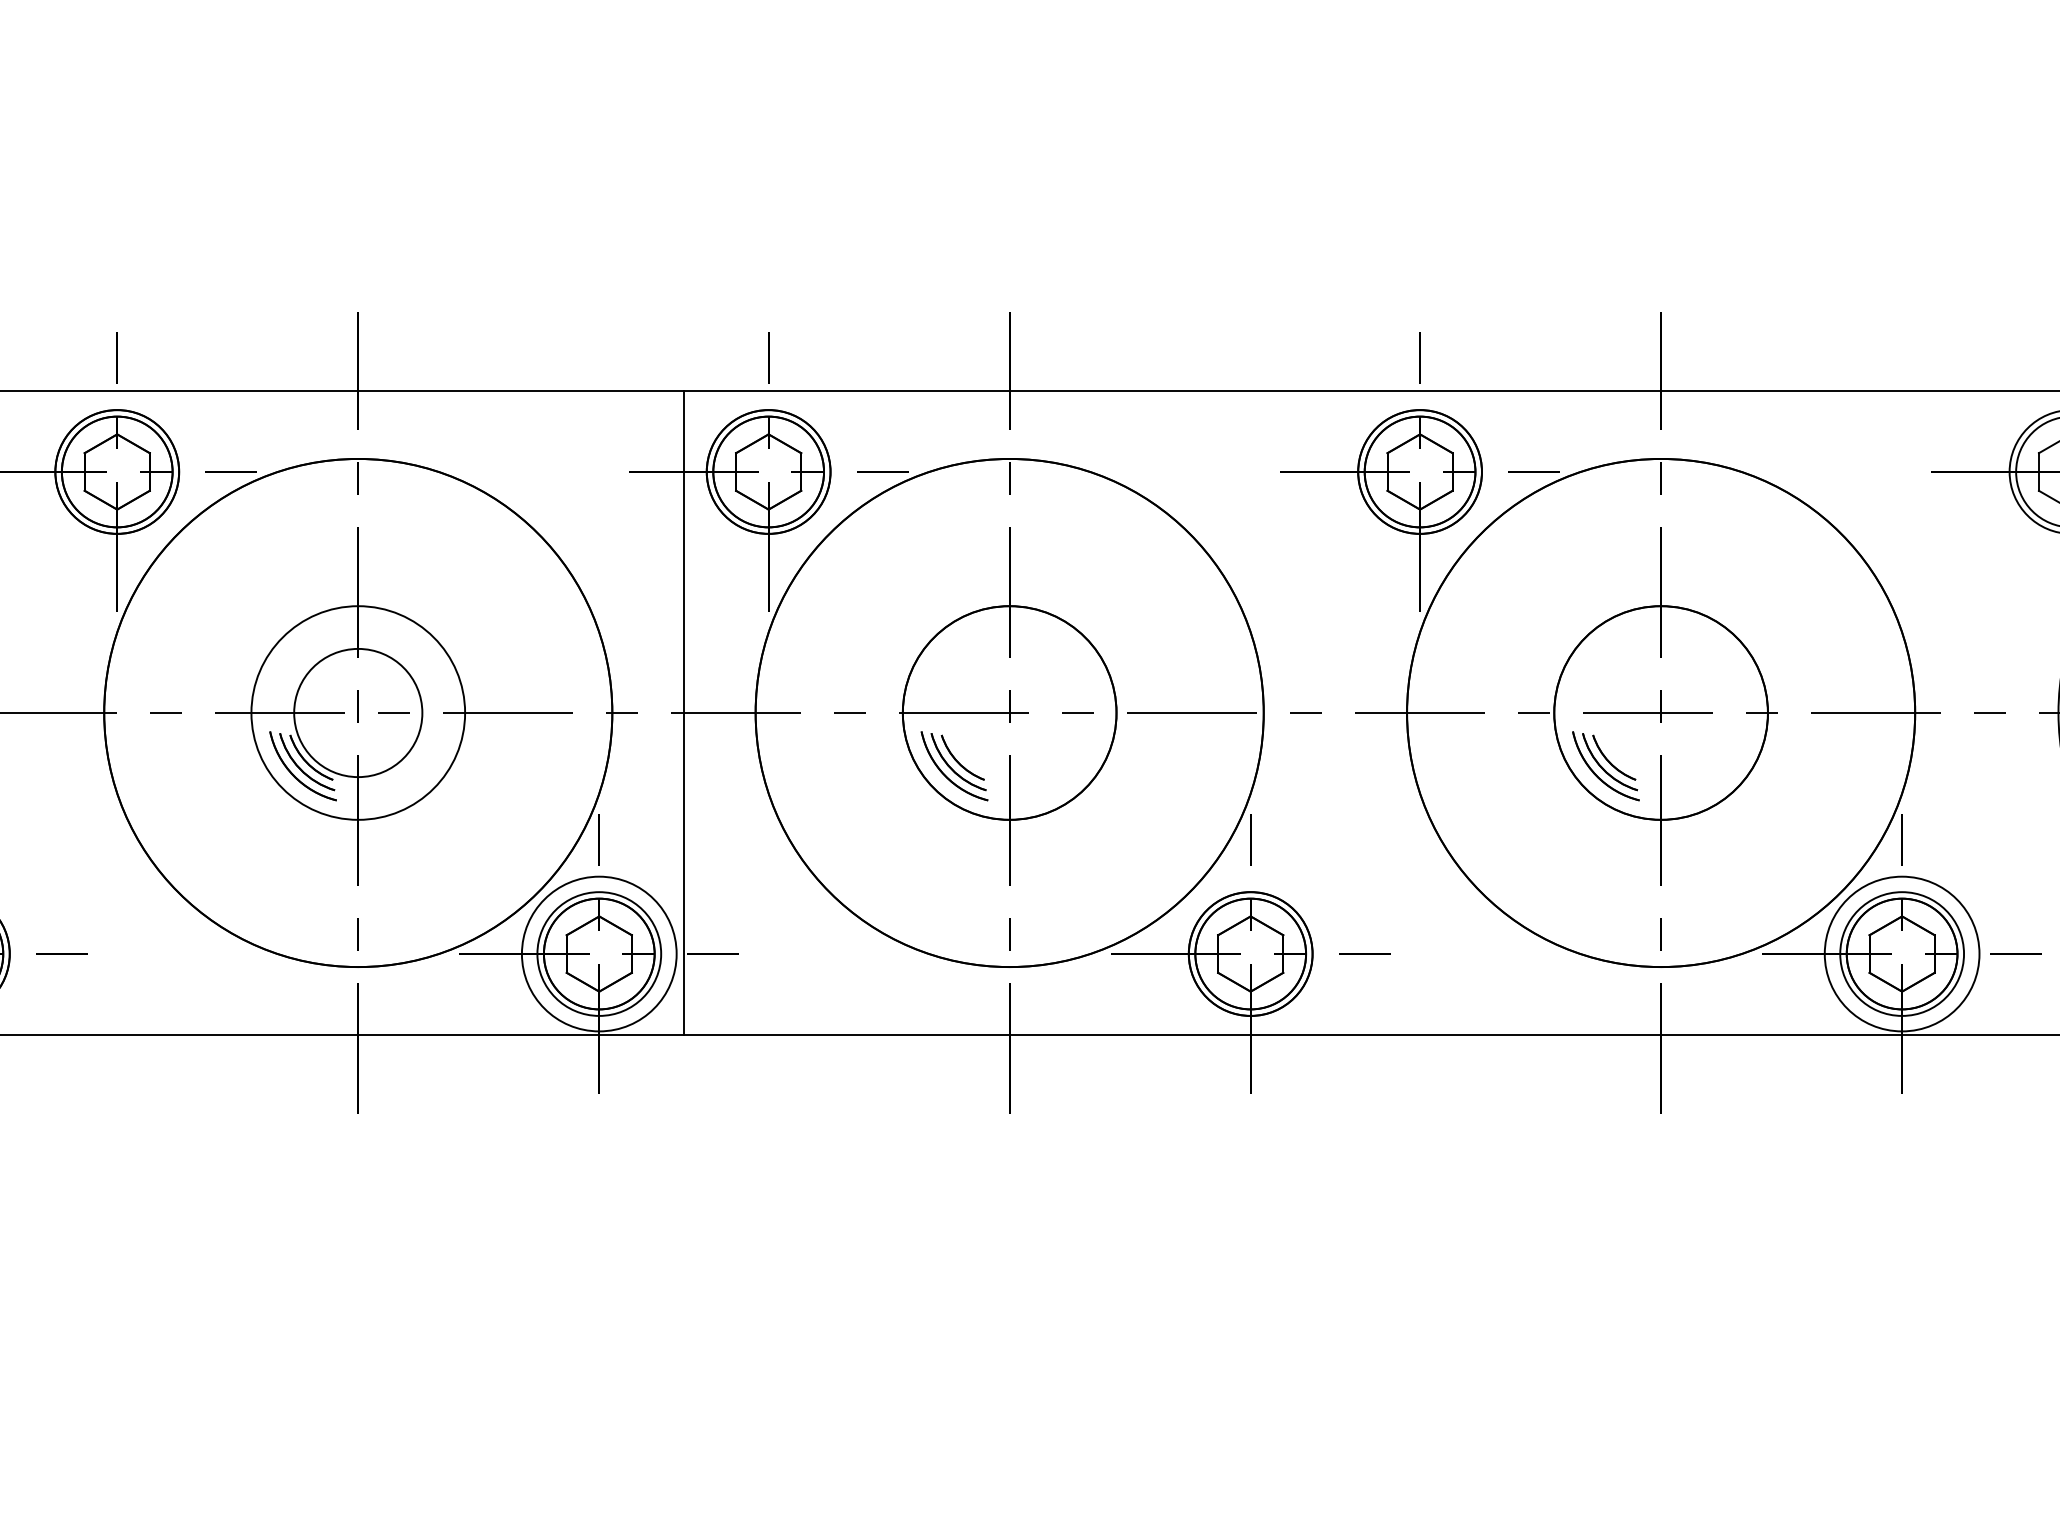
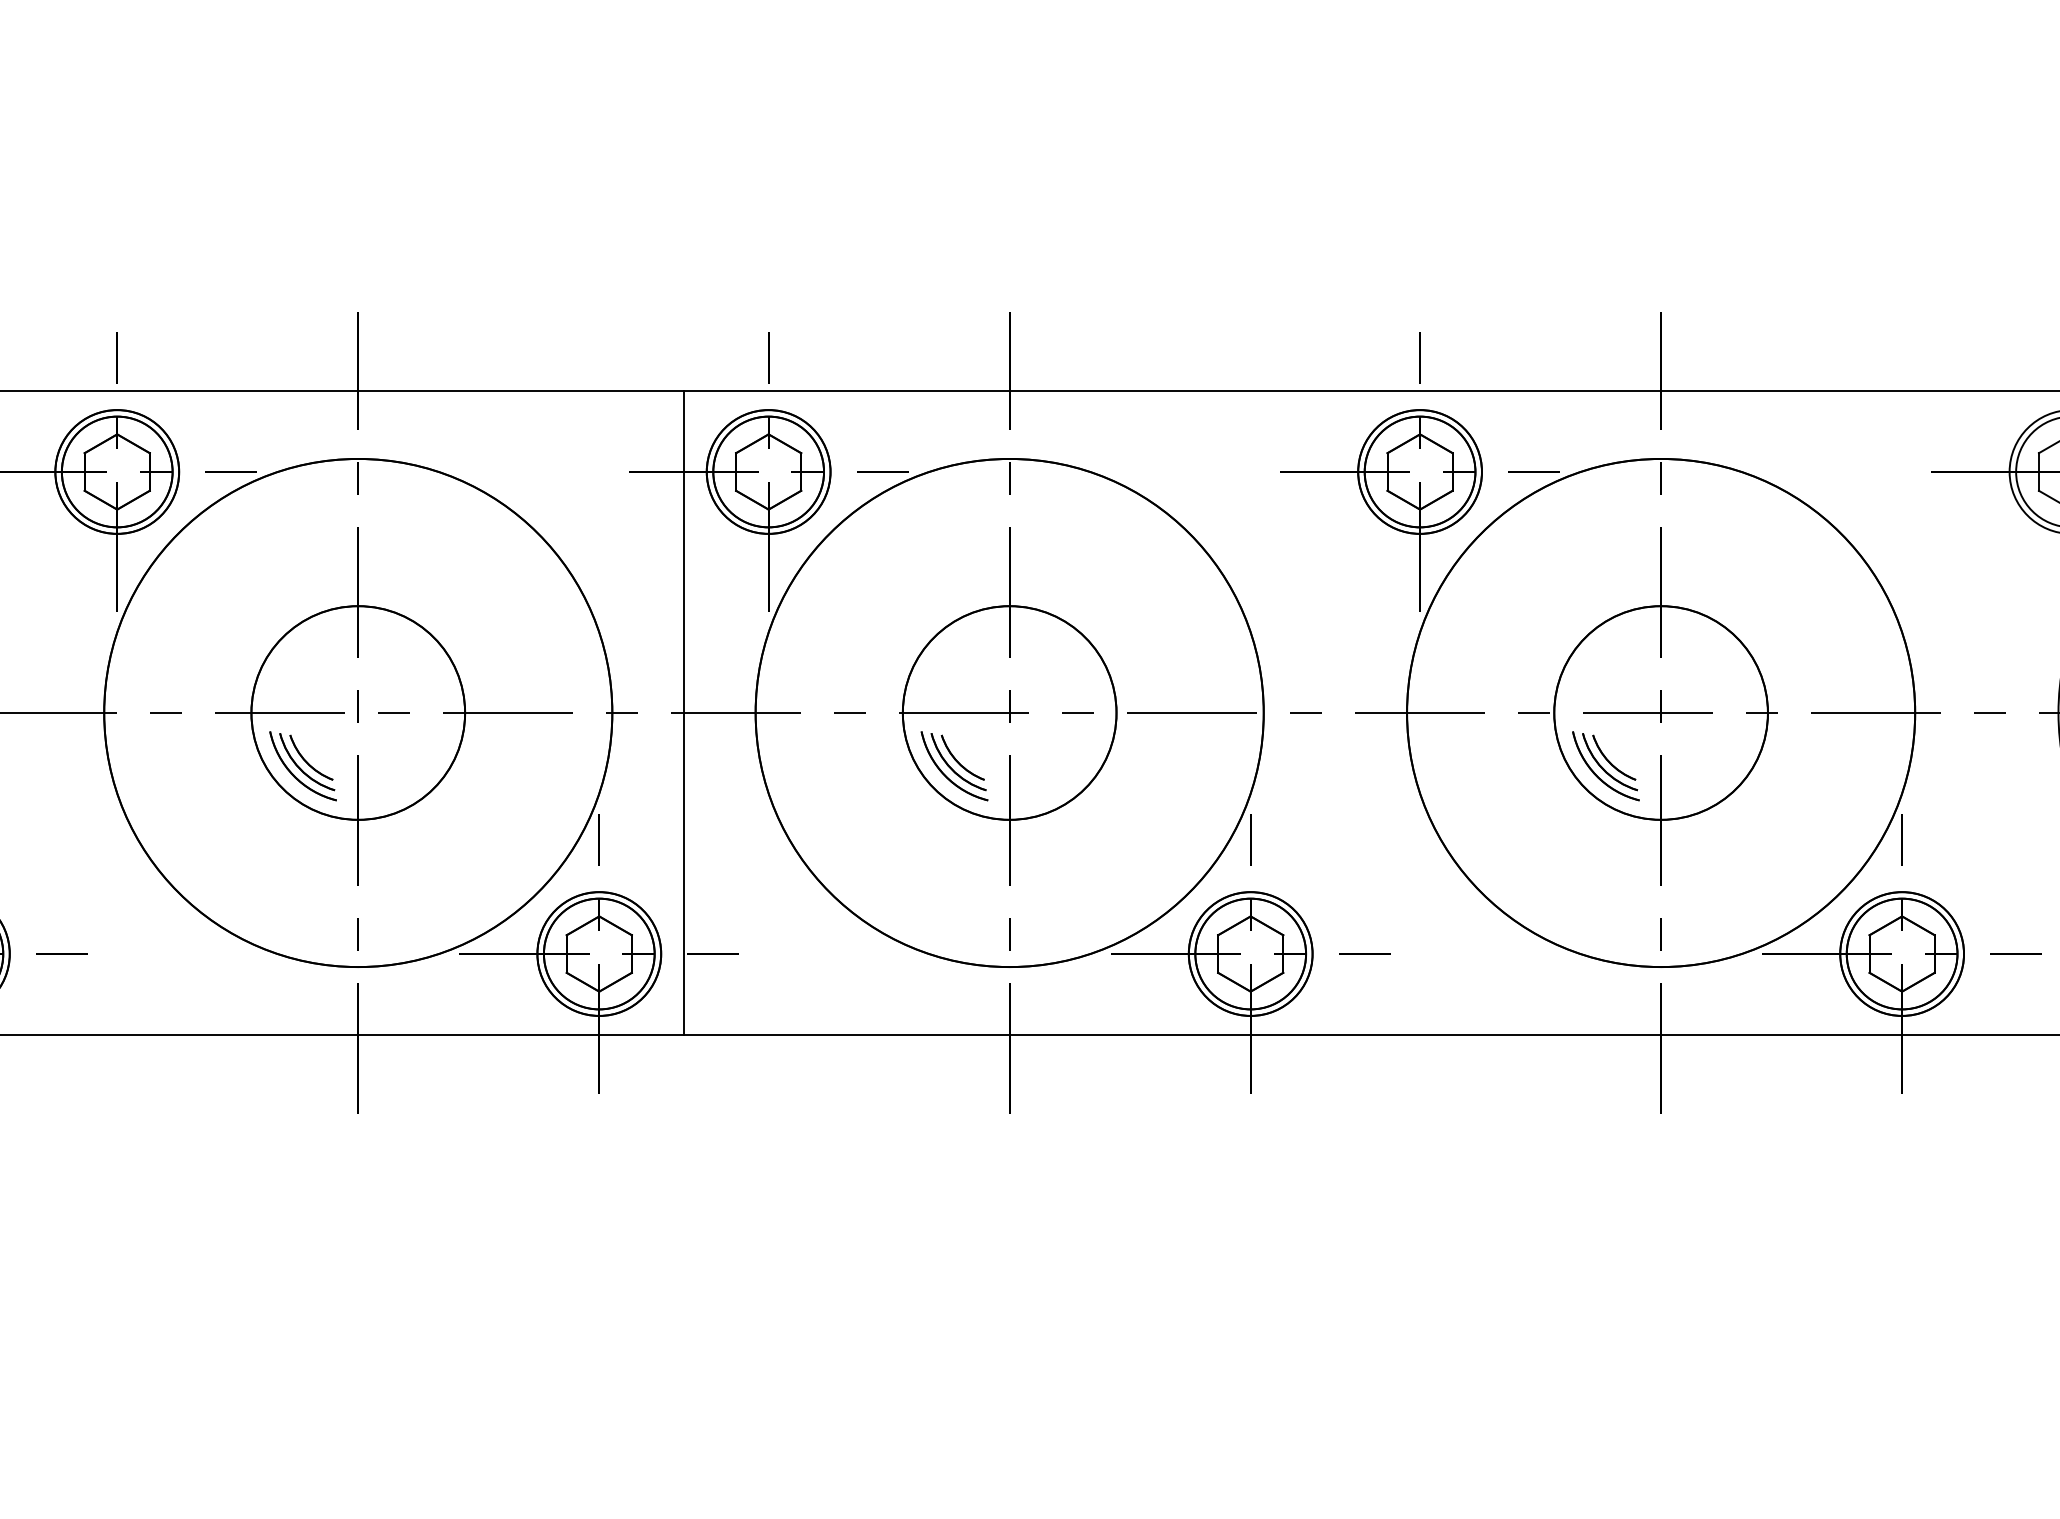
circle at (358, 712) diameter: 128 px -> 214 px
circle at (598, 953) diameter: 155 px -> 124 px
circle at (1901, 953) diameter: 155 px -> 124 px
